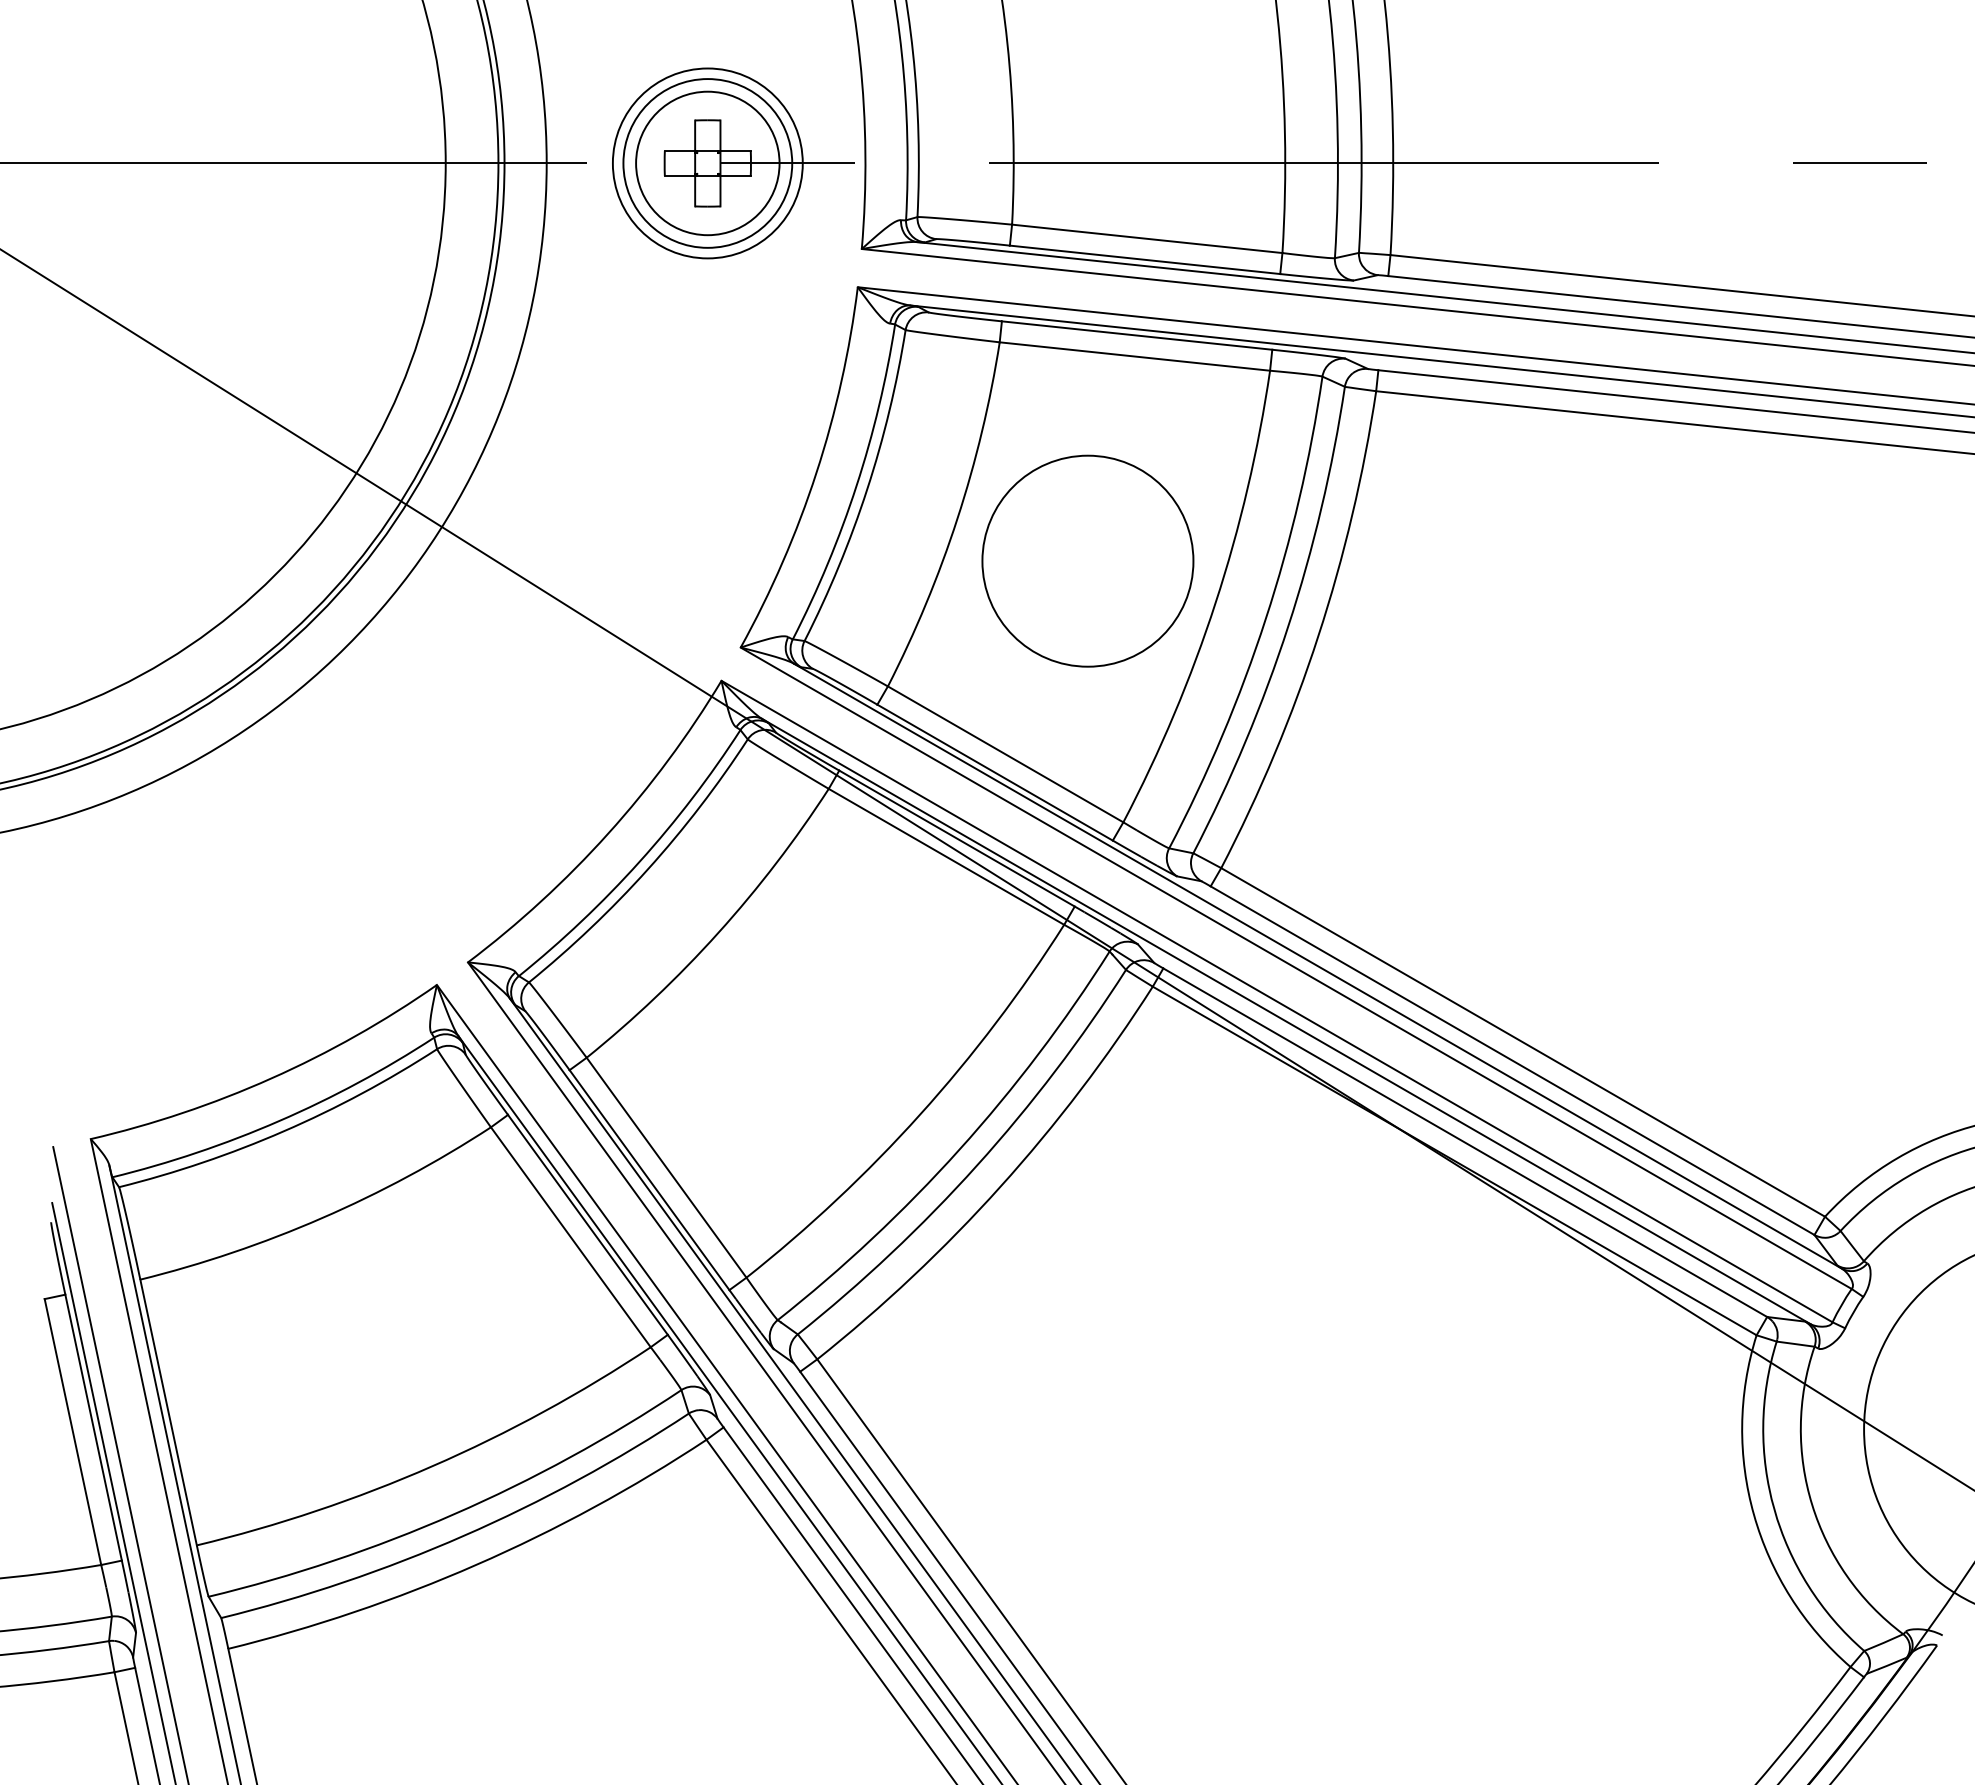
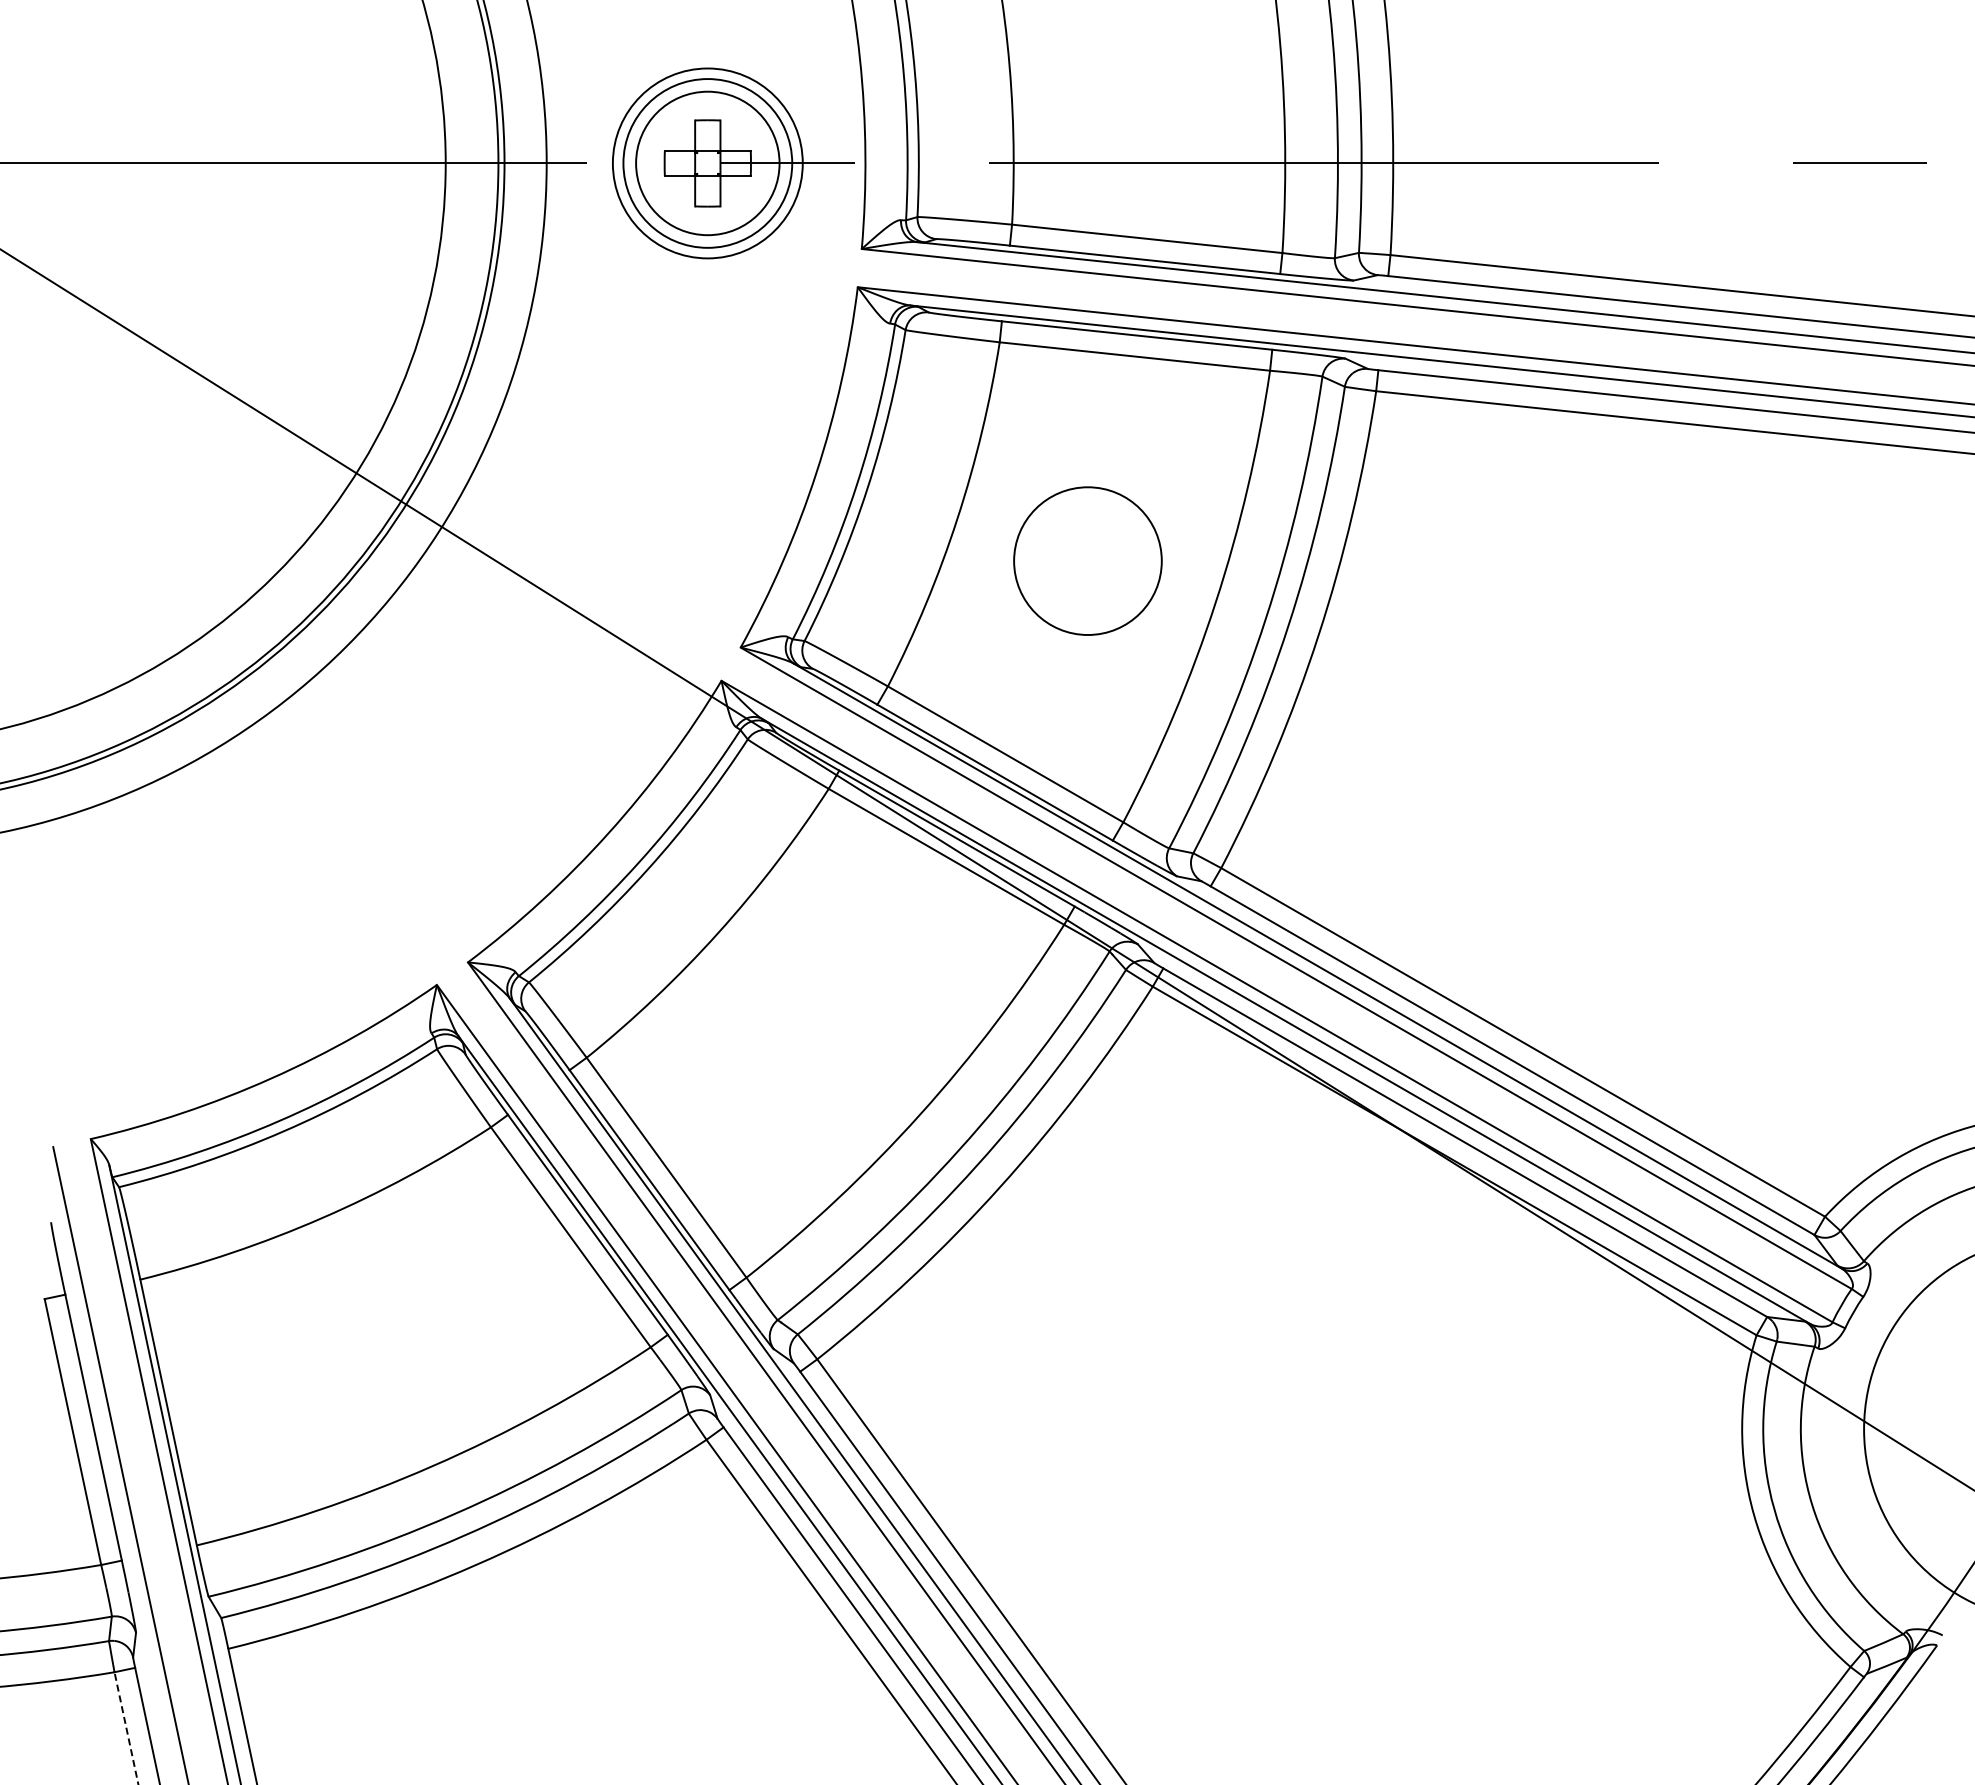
circle at (1087, 560) size: 214x214 px -> 150x150 px
line at (113, 1492): present -> none
line at (126, 1727): solid -> dashed
